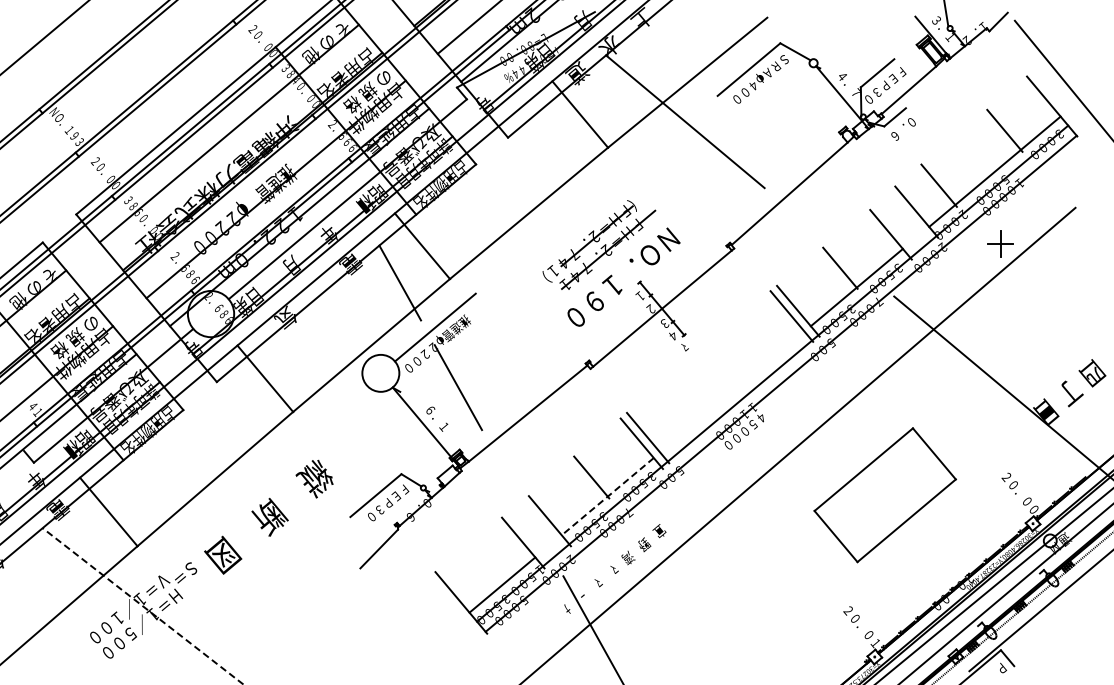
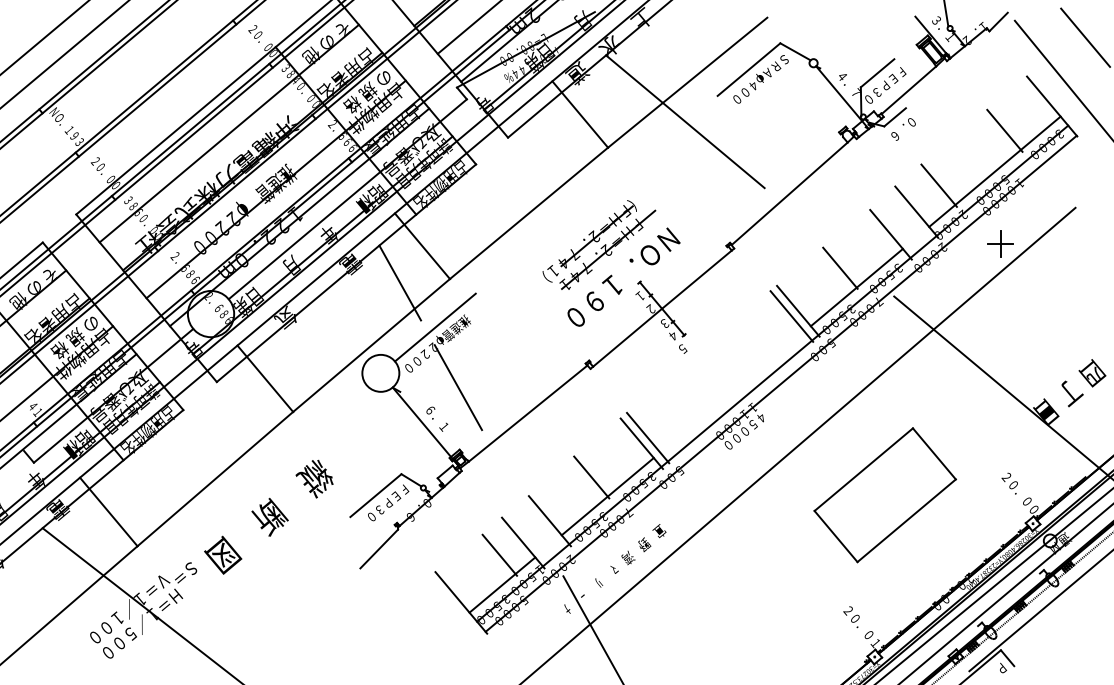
line at (1085, 37): none -> present
line at (64, 54): none -> present
text at (683, 348): ﾏ -> ５
line at (607, 496): dashed -> solid
line at (499, 554): none -> present
text at (598, 582): ﾏ -> ﾘ
line at (142, 606): dashed -> solid
